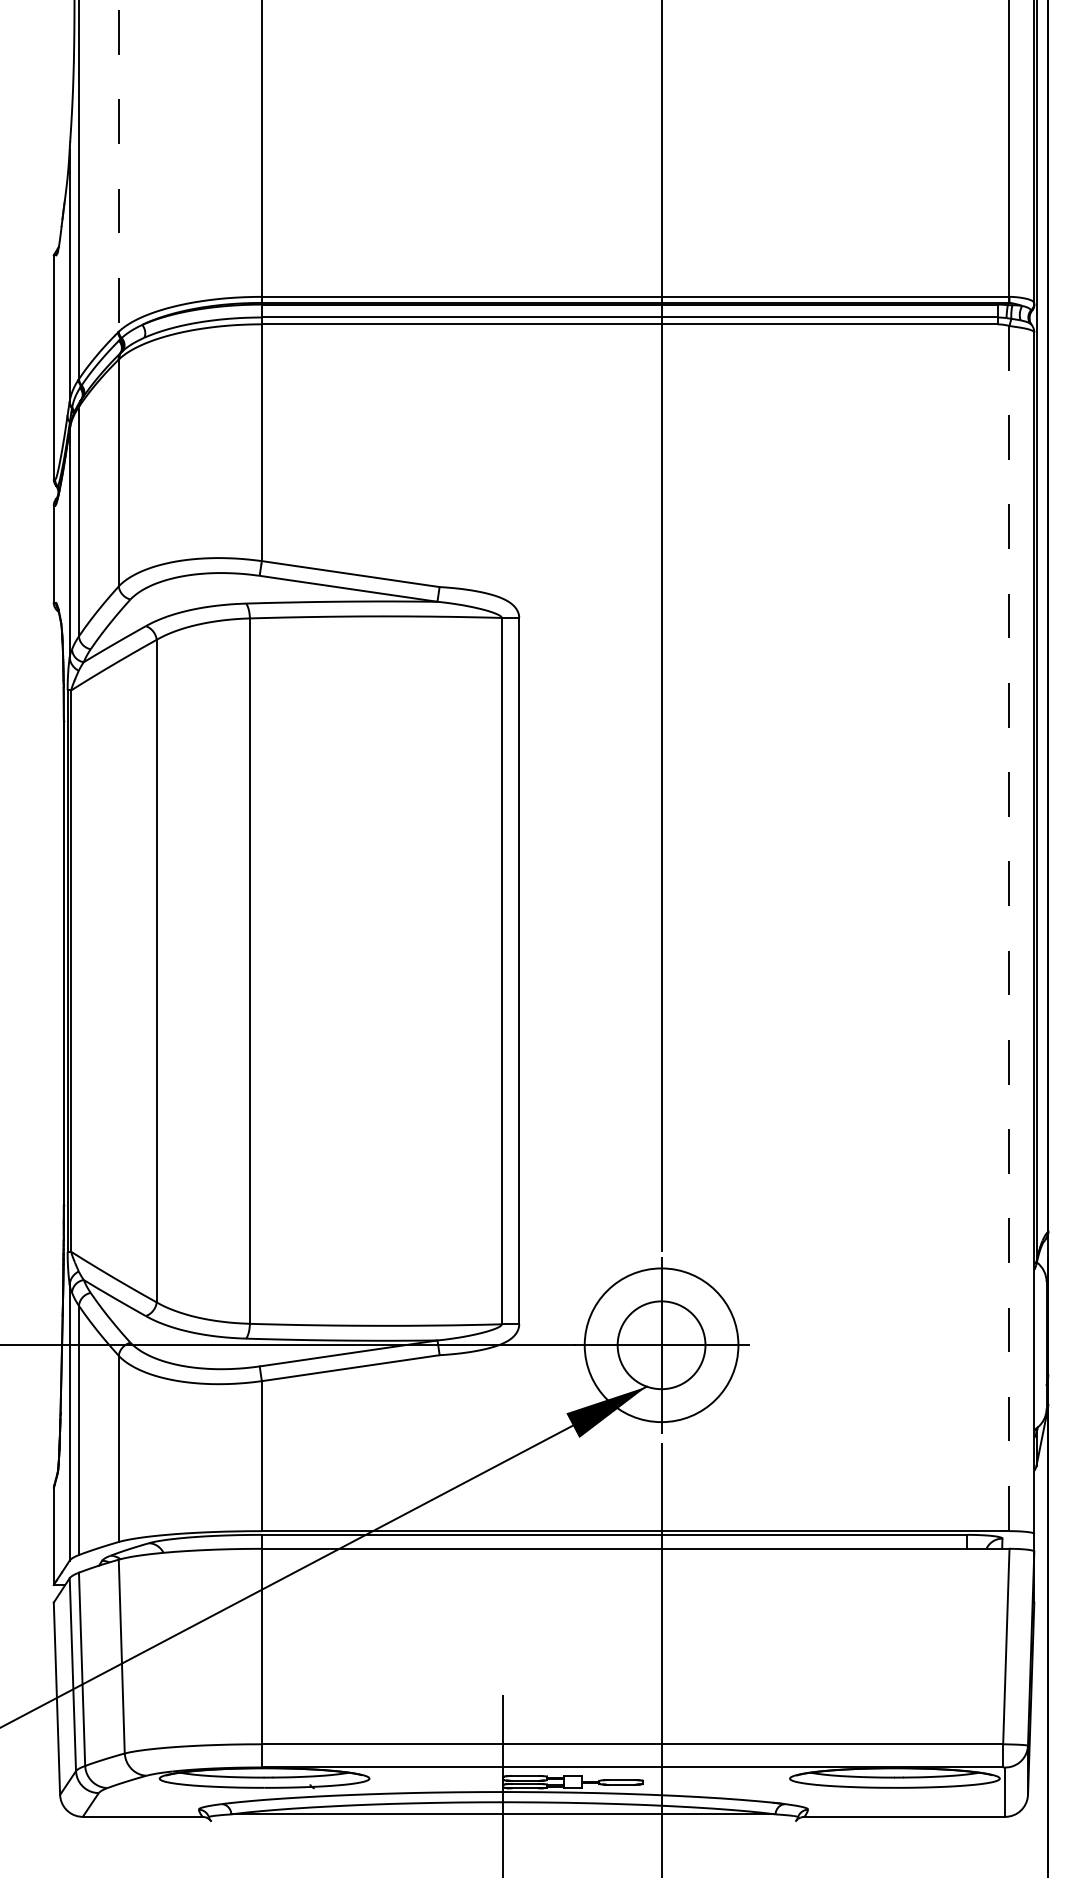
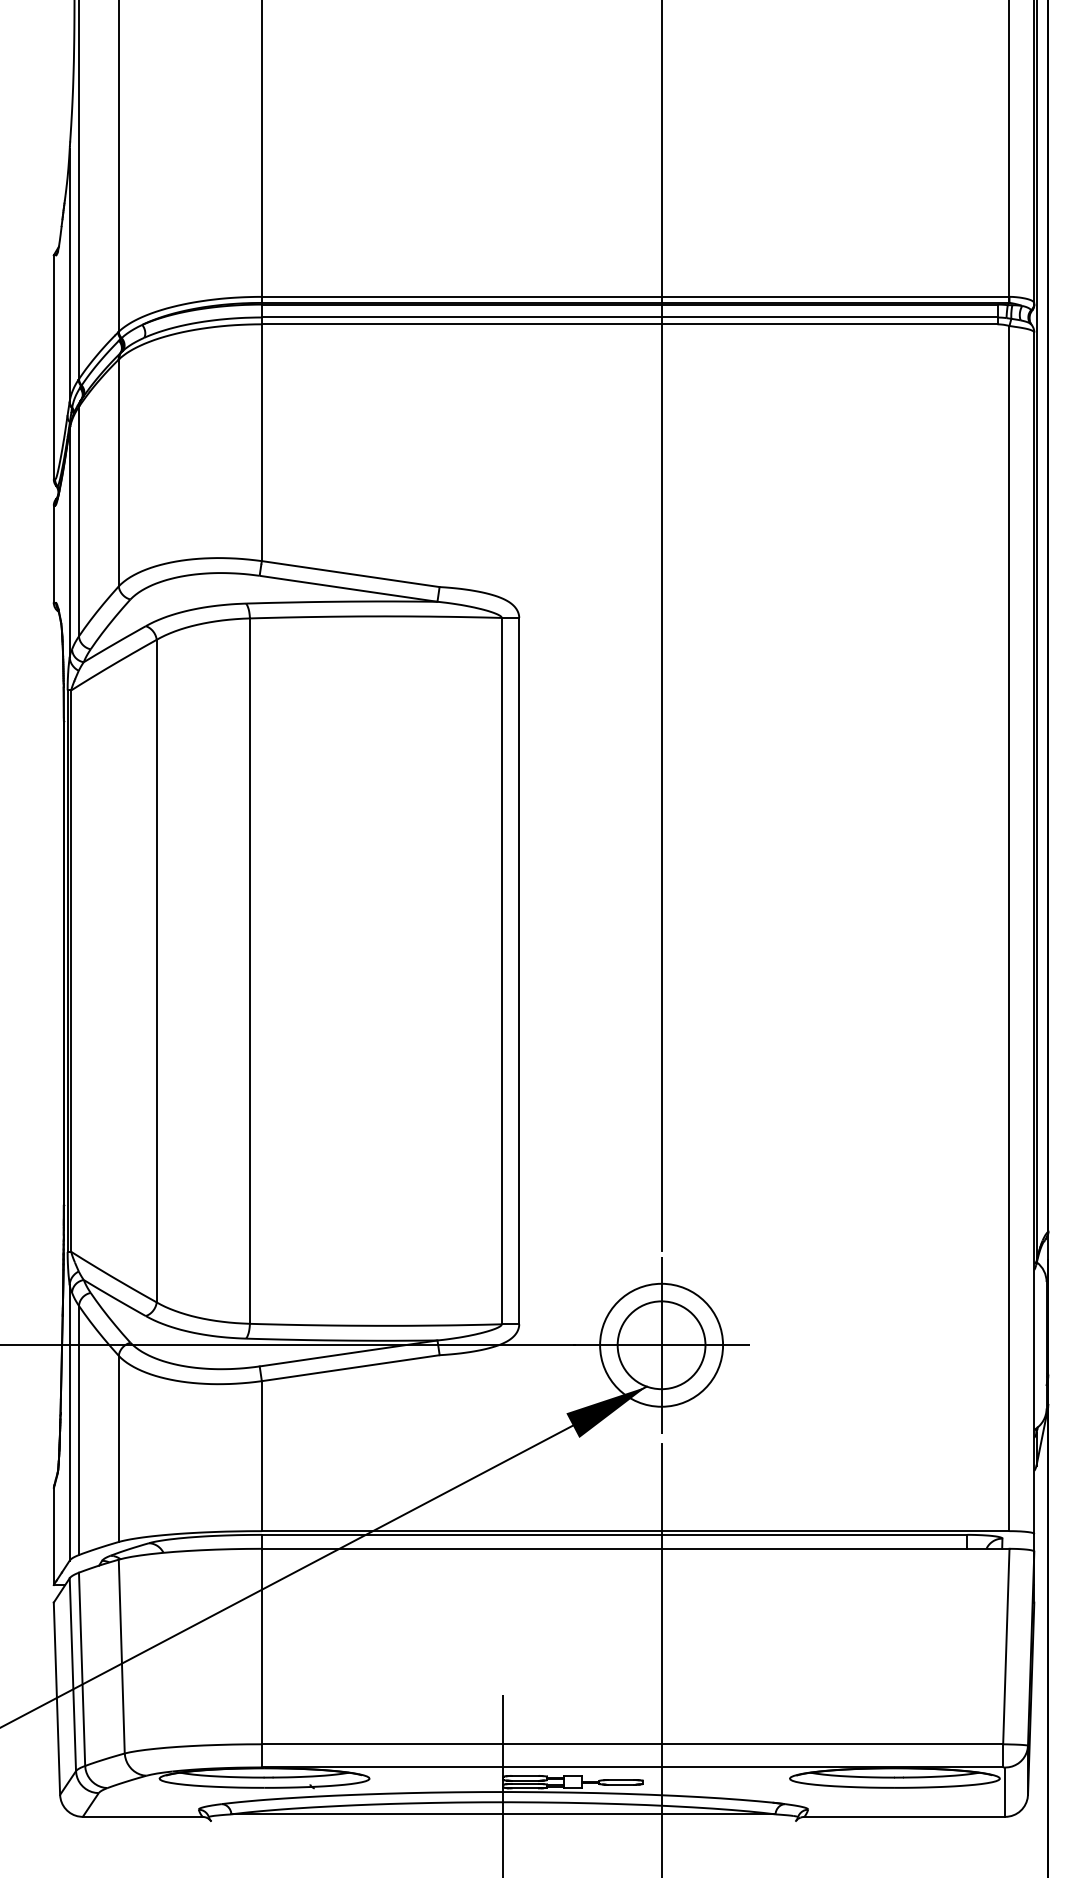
line at (118, 165): dashed -> solid
line at (1009, 928): dashed -> solid
circle at (661, 1345) diameter: 154 px -> 123 px
